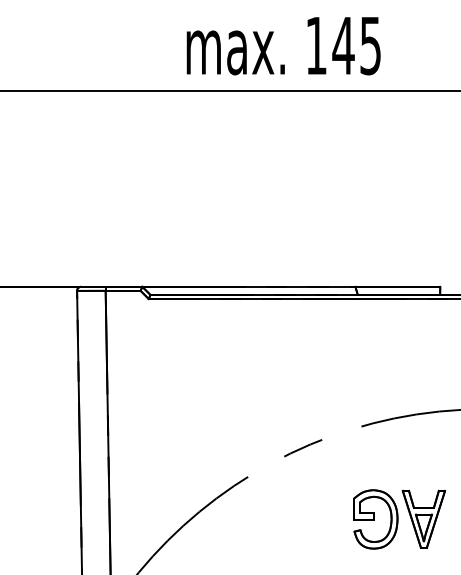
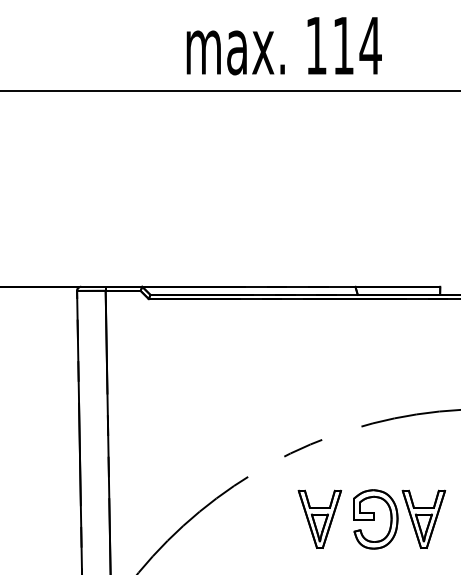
text at (356, 46): 145 -> 114
part at (319, 518): none -> present
